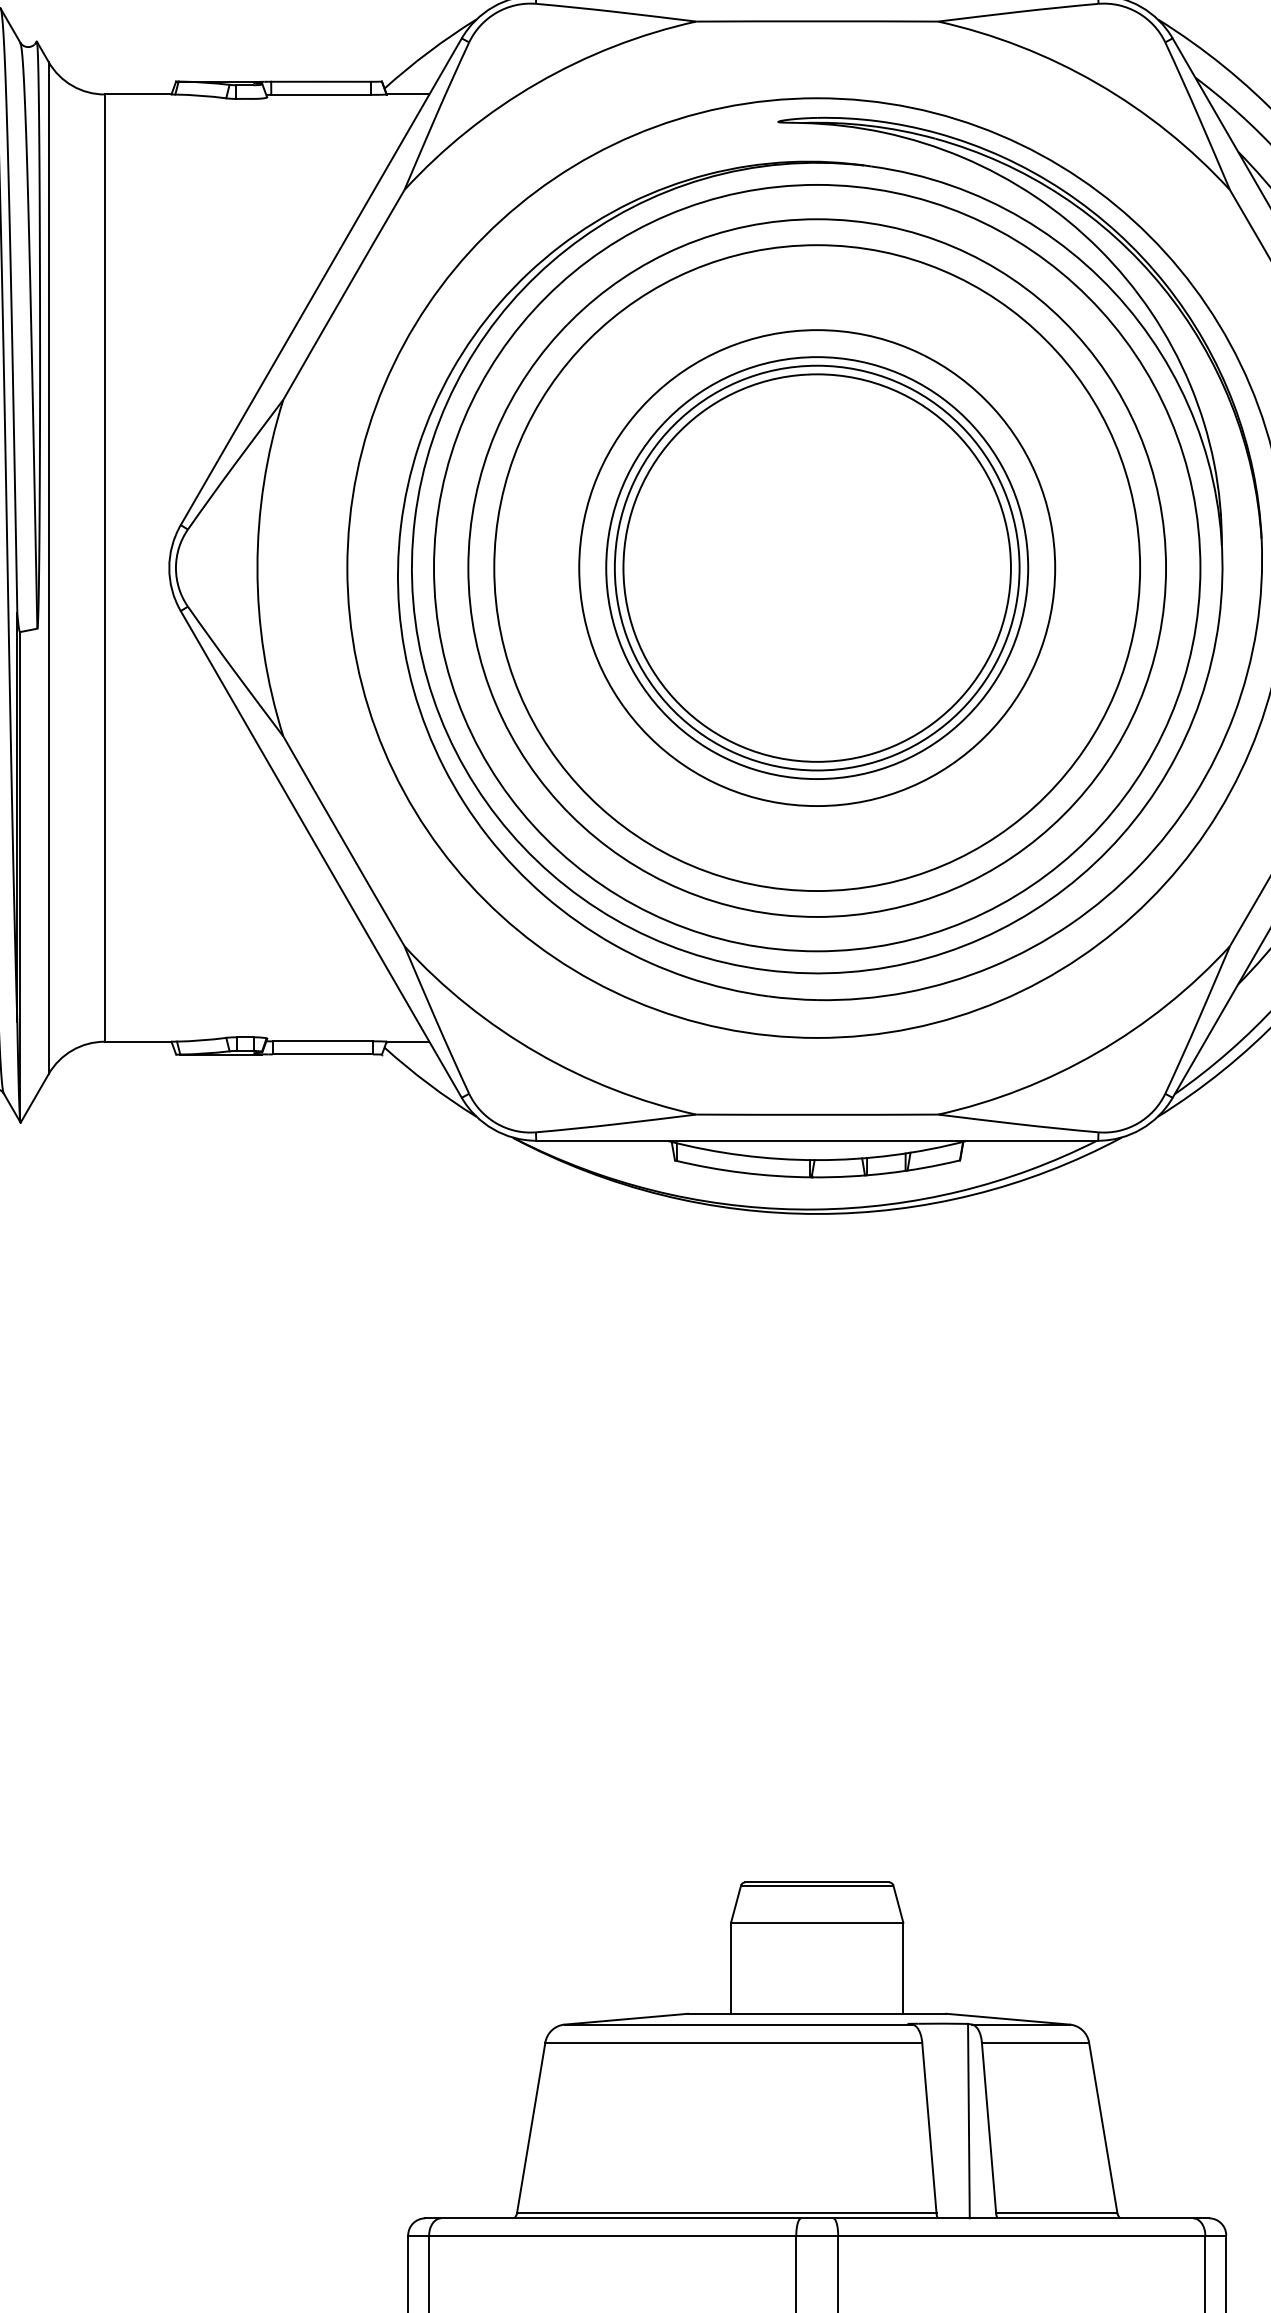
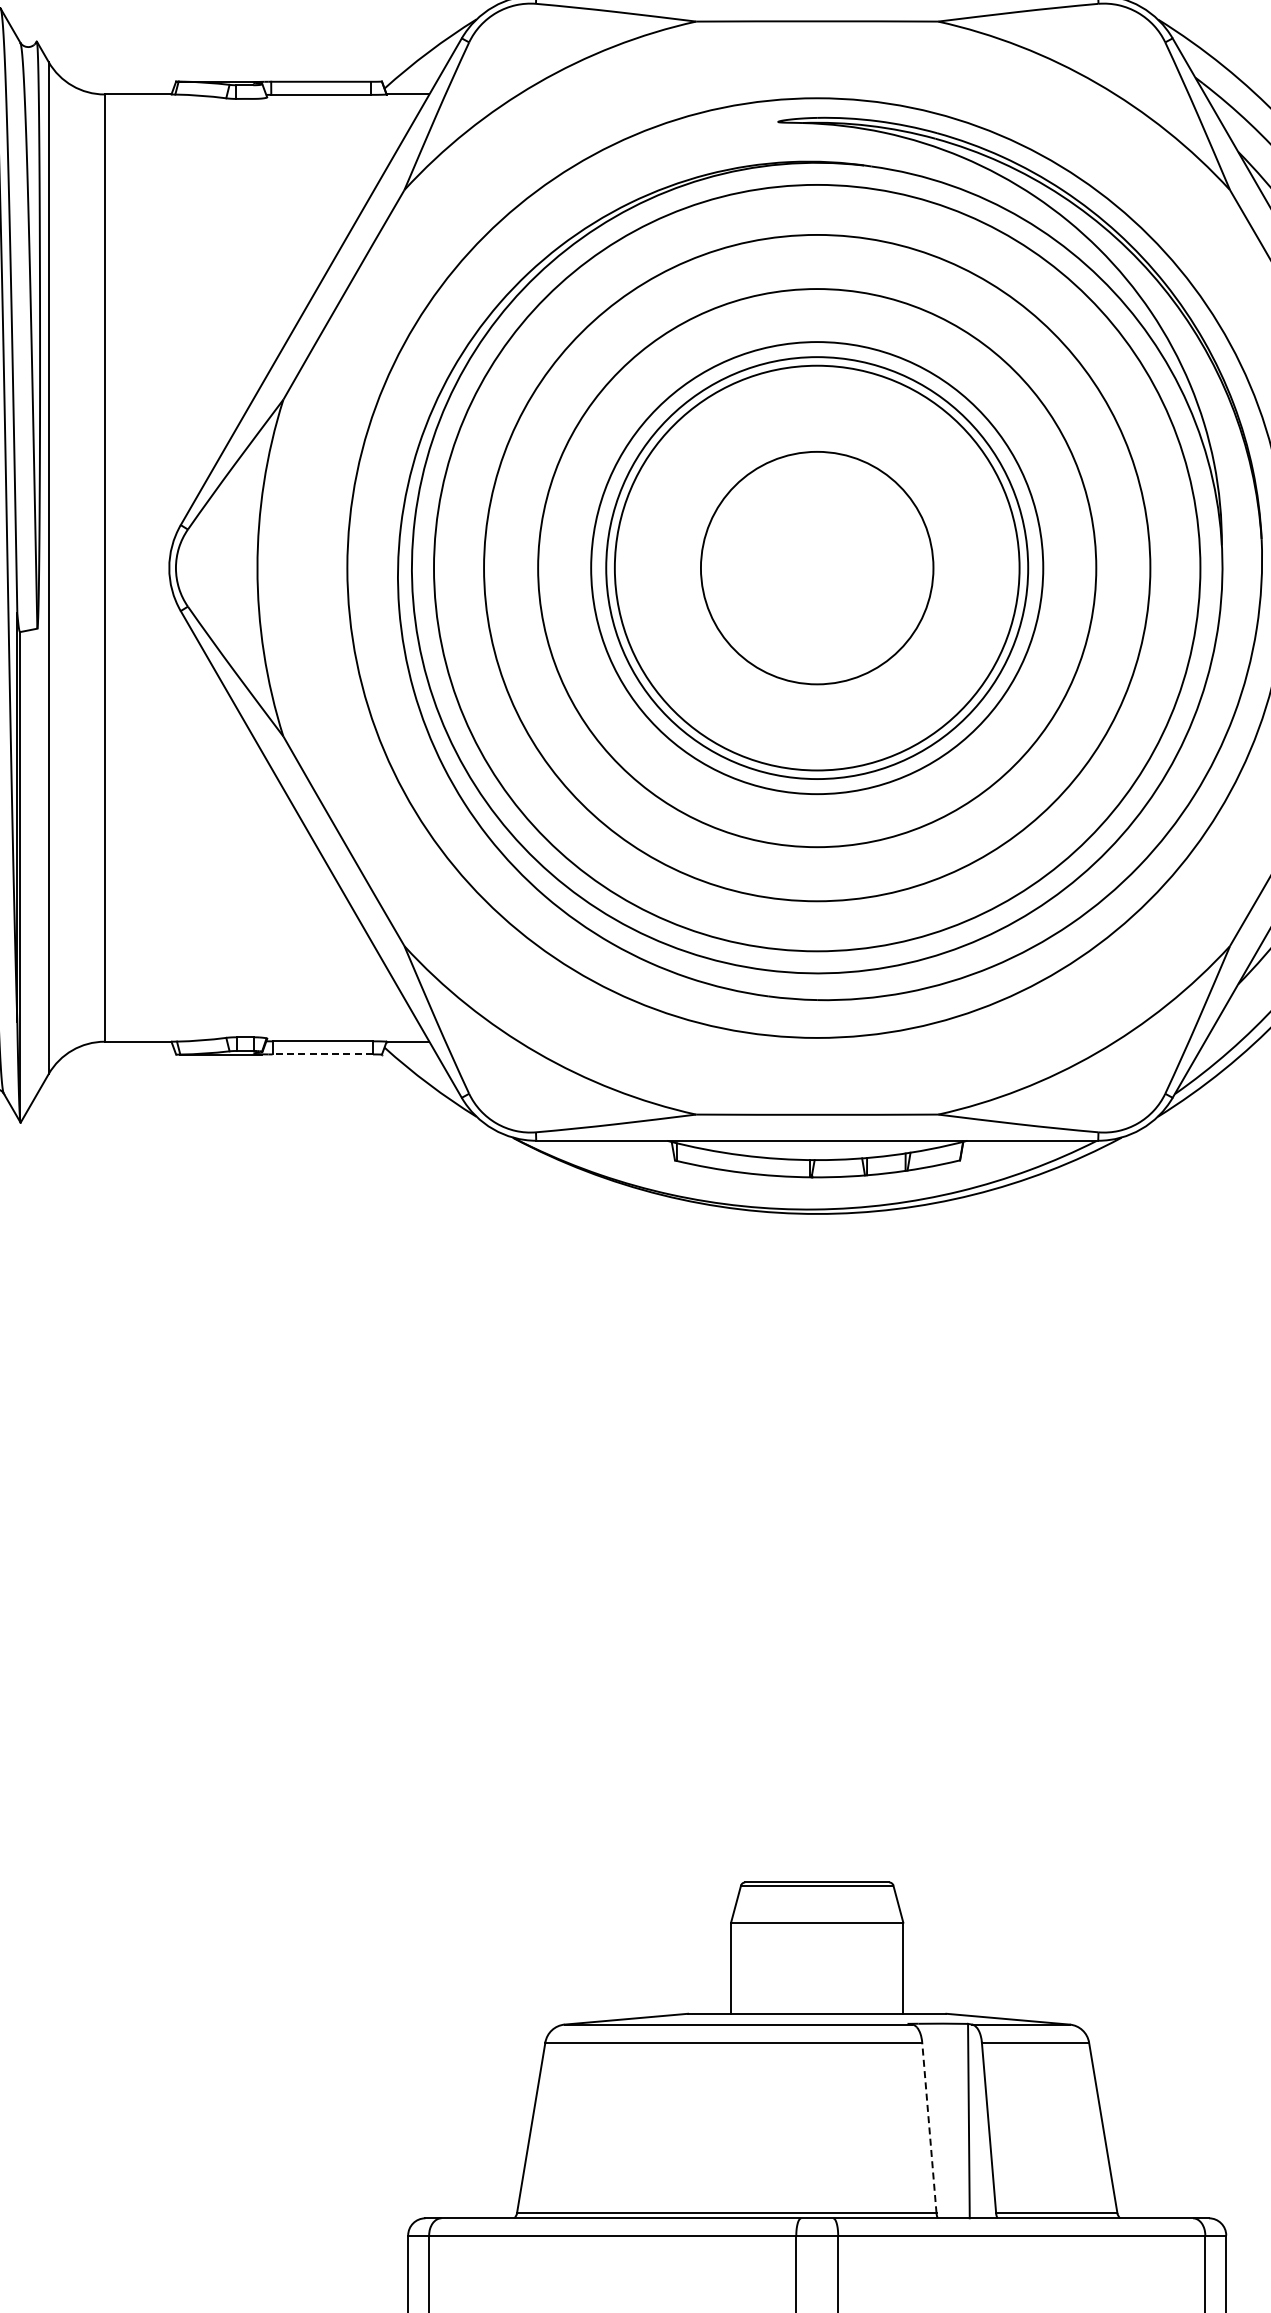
circle at (816, 567) diameter: 388 px -> 233 px
circle at (817, 567) diameter: 698 px -> 558 px
circle at (817, 568) diameter: 476 px -> 666 px
circle at (817, 568) diameter: 646 px -> 452 px
line at (322, 1054): solid -> dashed
line at (929, 2127): solid -> dashed
